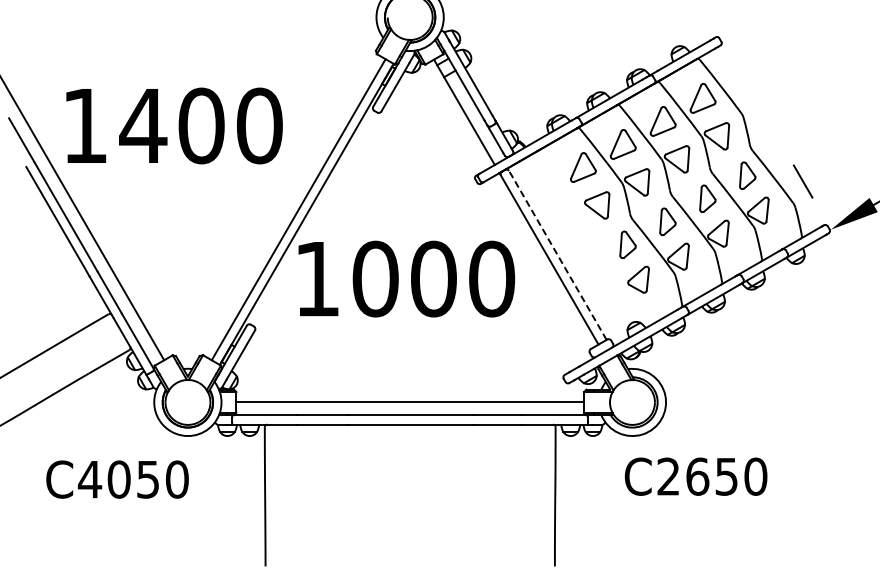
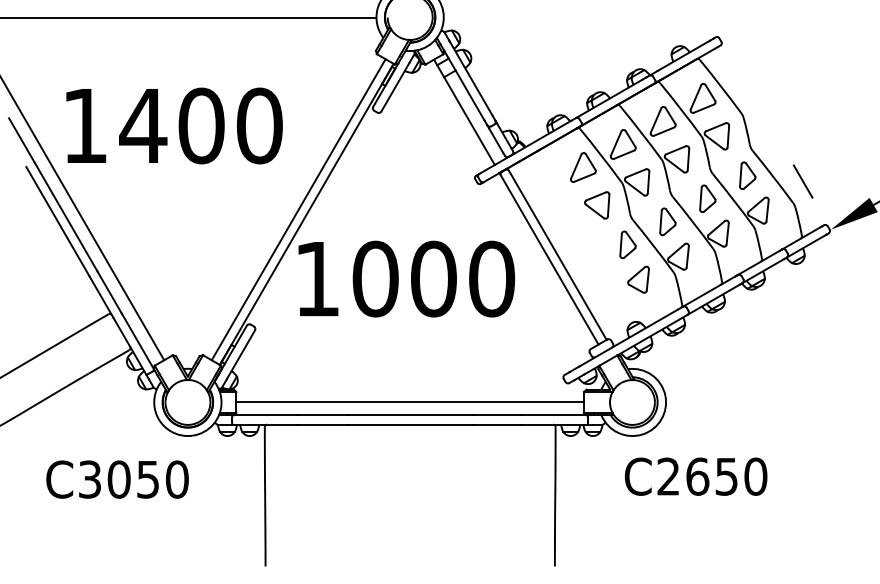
line at (189, 18): none -> present
line at (557, 255): dashed -> solid
text at (89, 479): C4050 -> C3050
